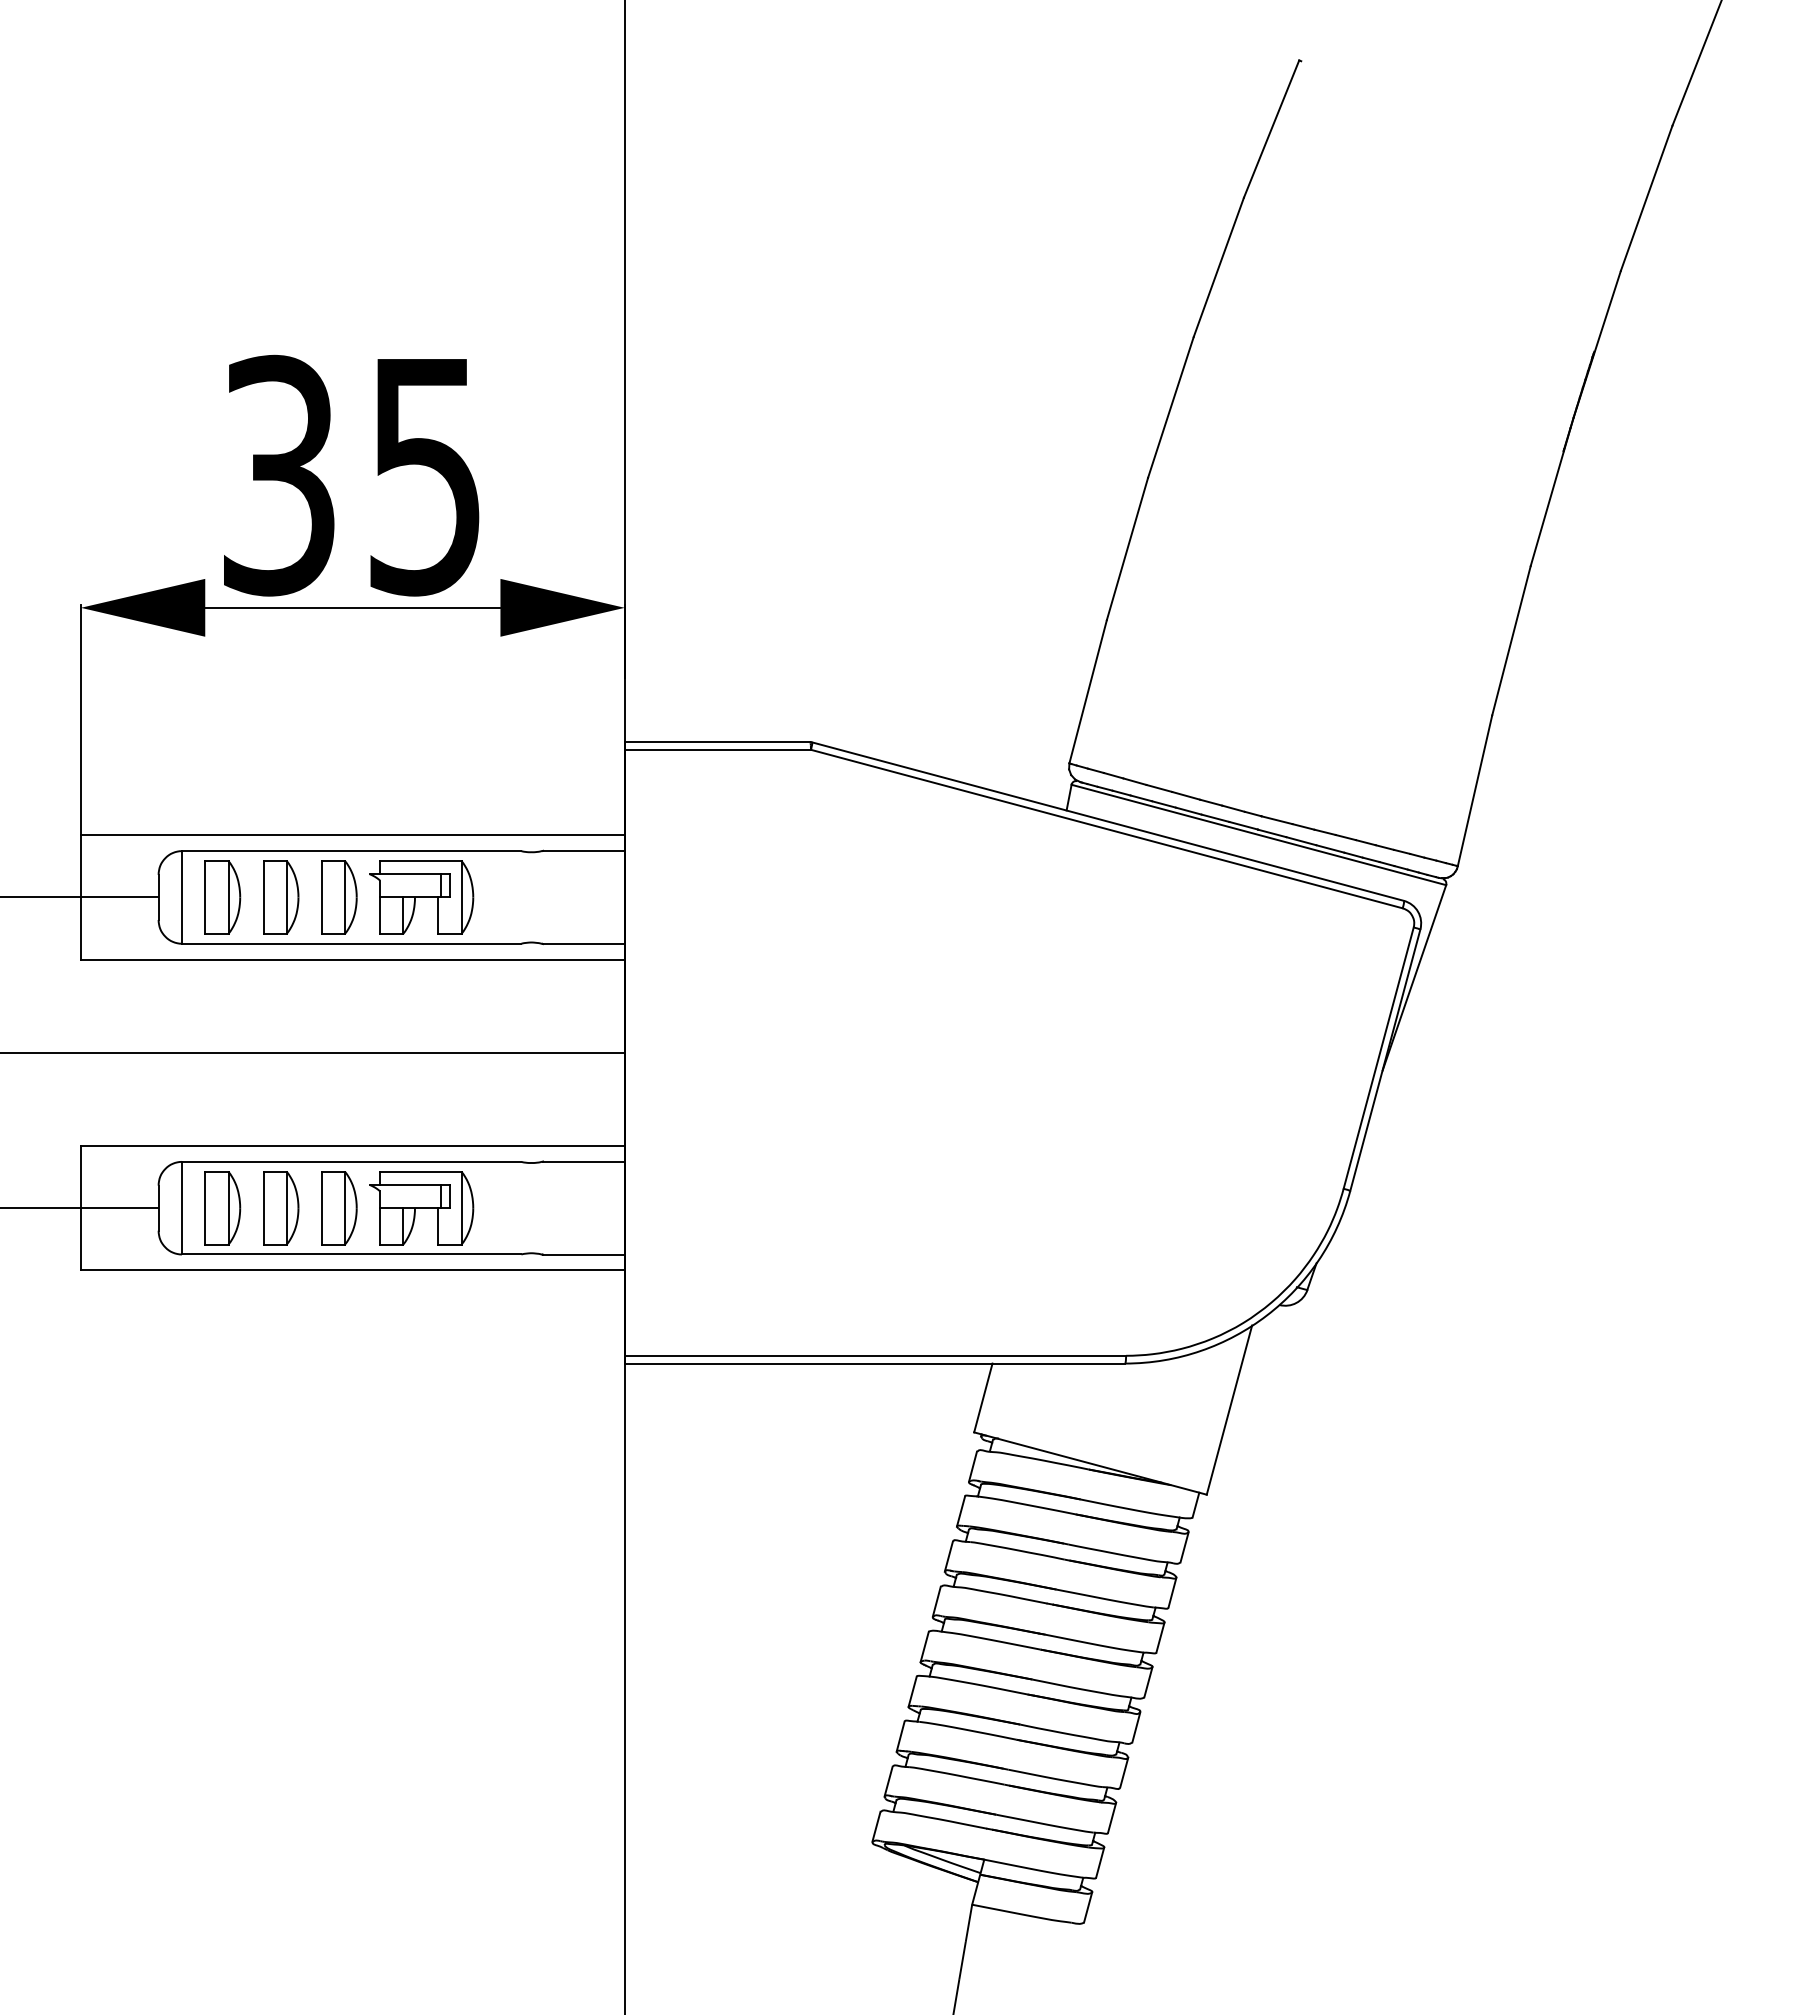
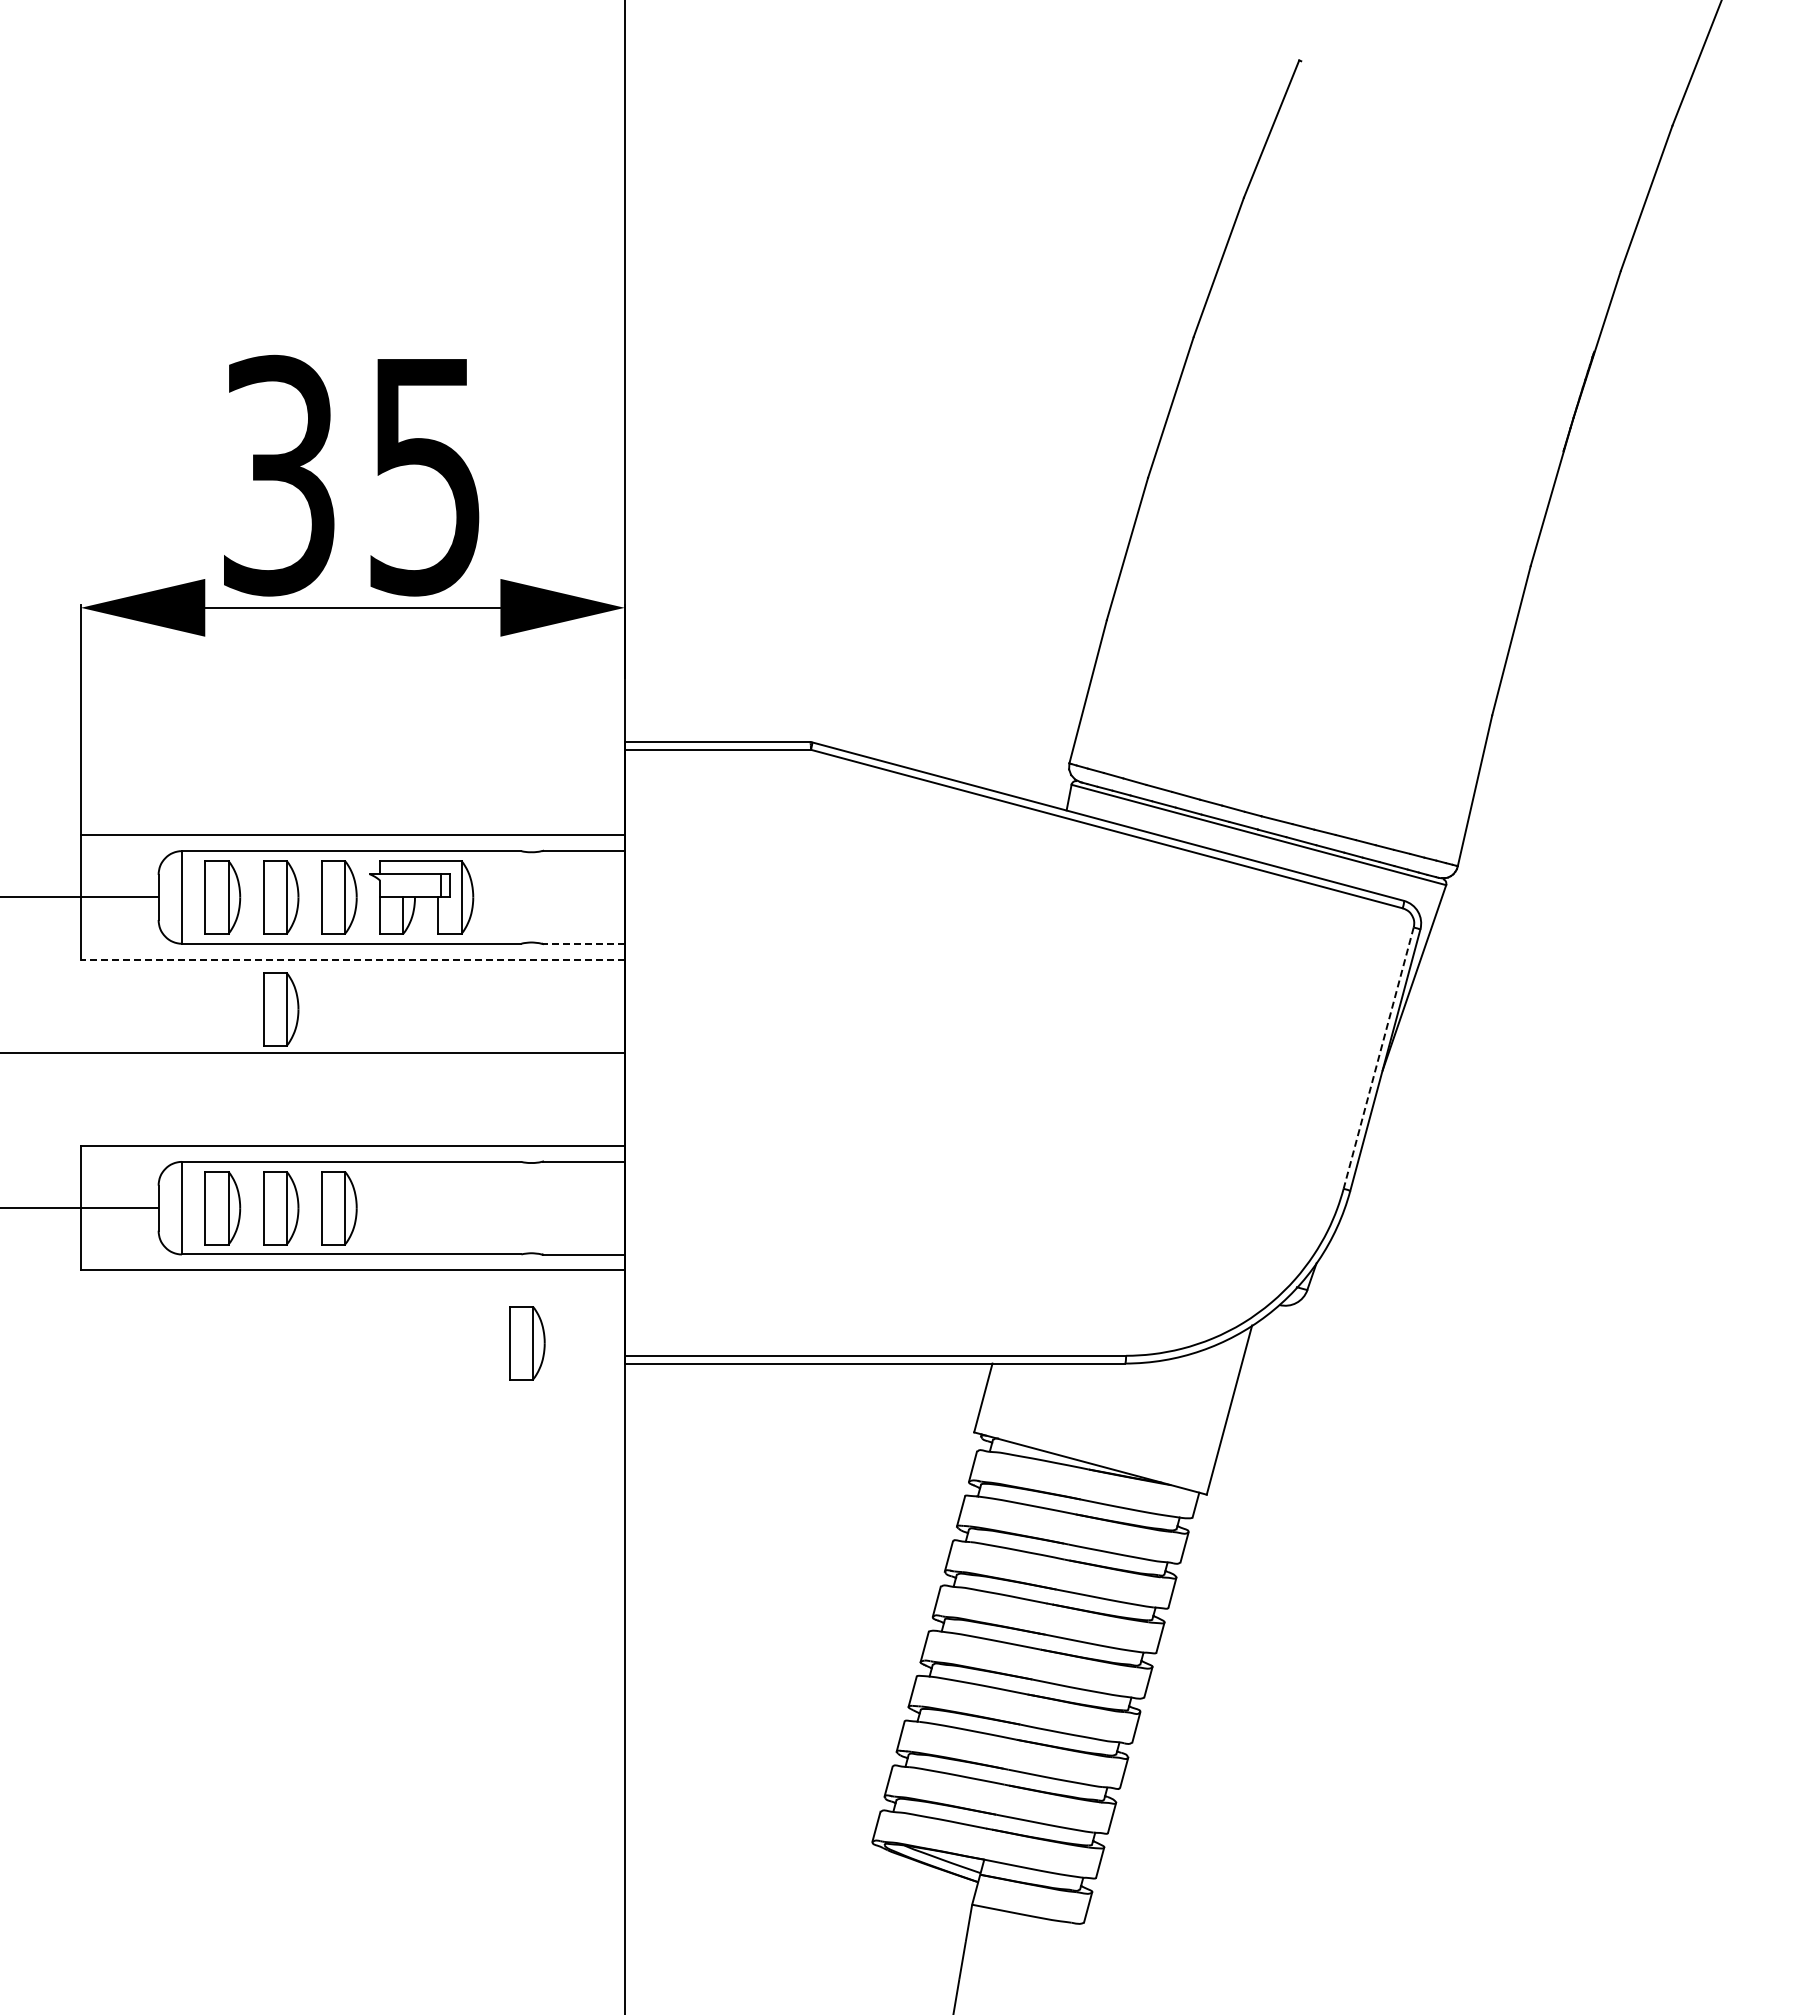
line at (583, 944): solid -> dashed
line at (352, 959): solid -> dashed
part at (281, 1009): none -> present
line at (1378, 1058): solid -> dashed
part at (421, 1208): present -> none
part at (527, 1343): none -> present
